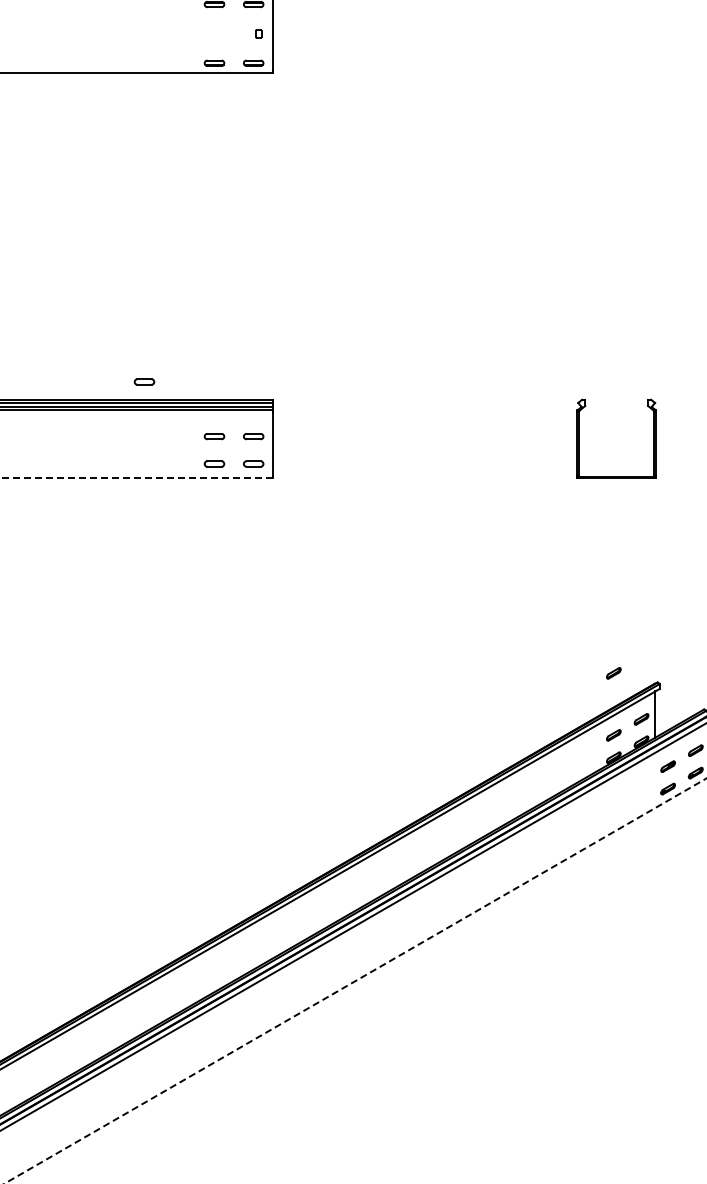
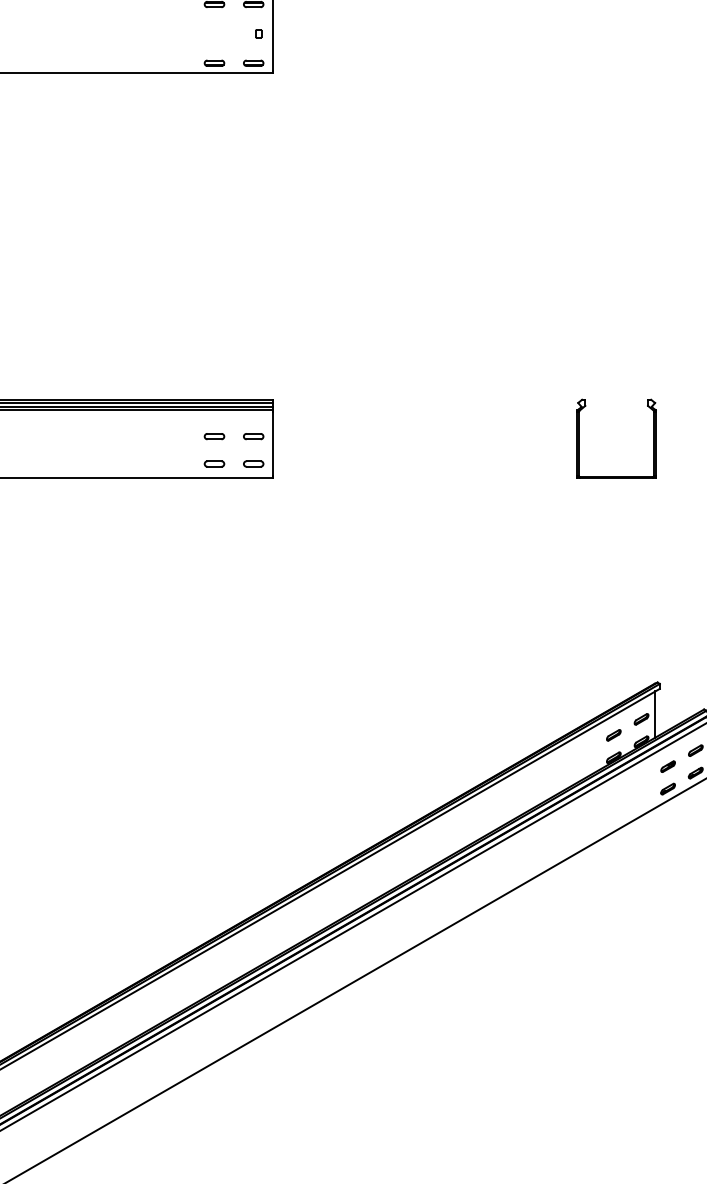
part at (144, 381): present -> none
line at (136, 478): dashed -> solid
part at (613, 673): present -> none
line at (354, 981): dashed -> solid
